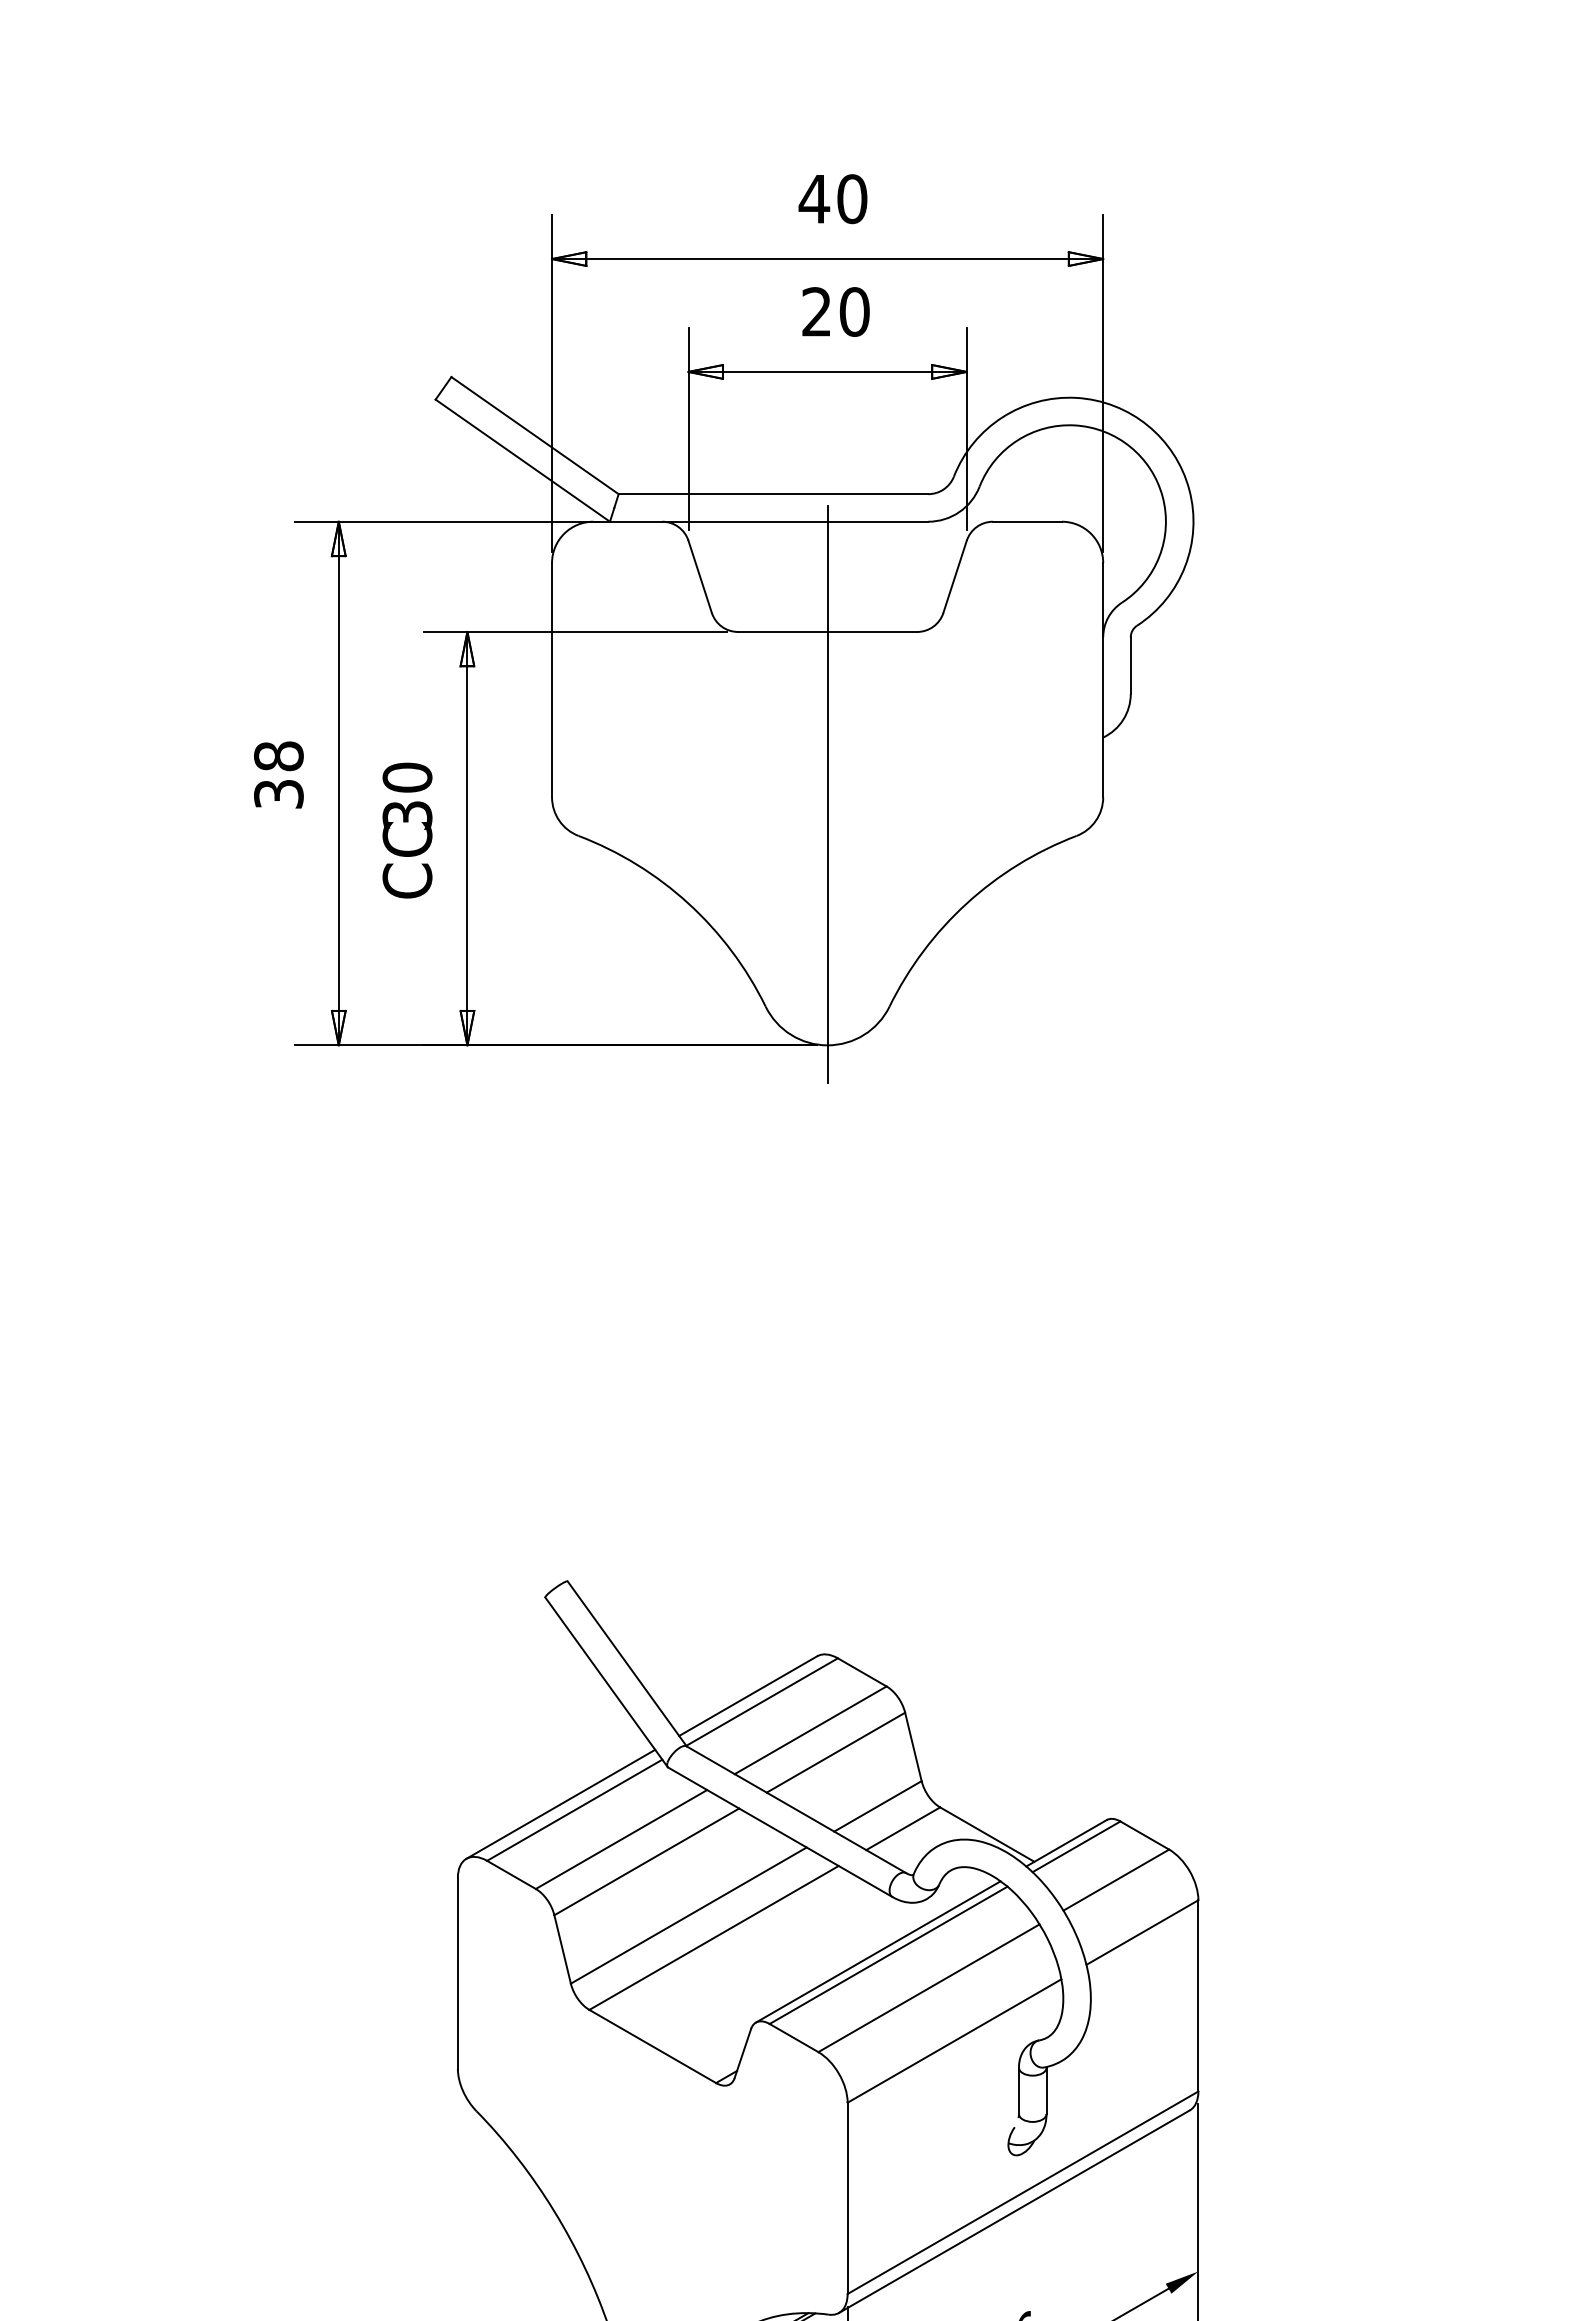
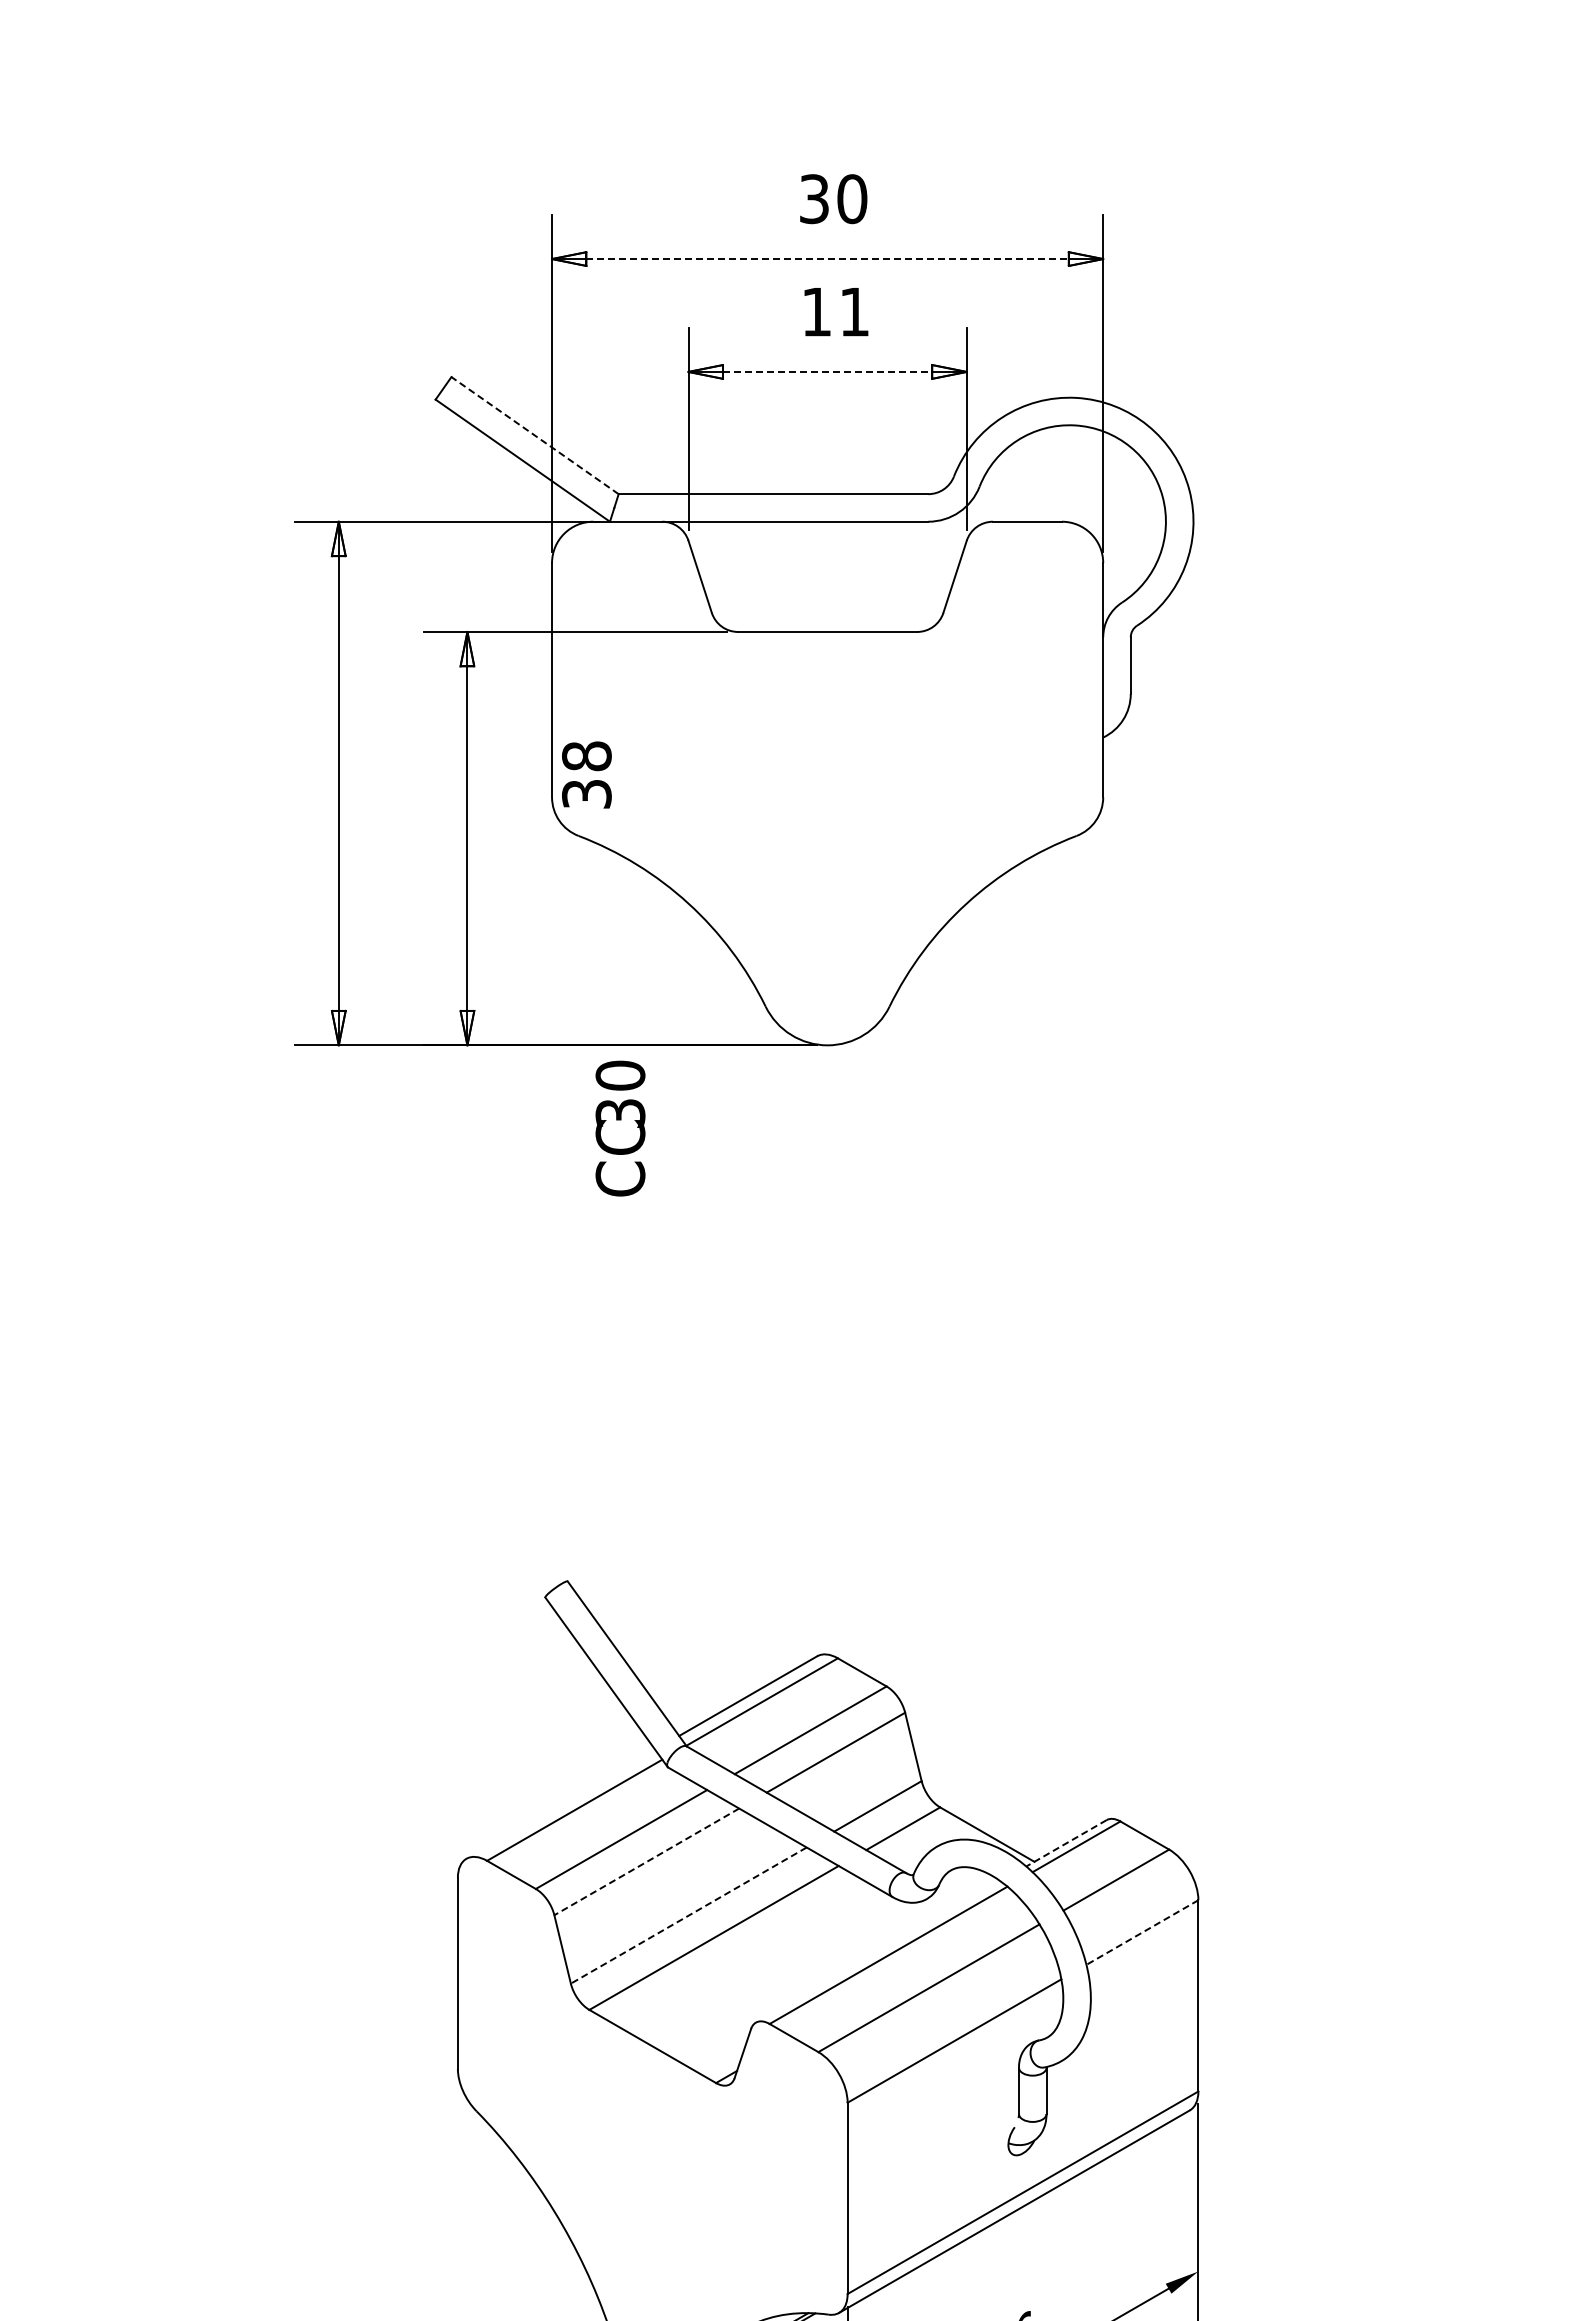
text at (814, 199): 40 -> 30
line at (828, 259): solid -> dashed
text at (835, 311): 20 -> 11
line at (827, 371): solid -> dashed
line at (534, 435): solid -> dashed
text at (278, 774) position: (278, 774) -> (586, 774)
line at (827, 794): present -> none
text at (407, 830) position: (407, 830) -> (620, 1128)
line at (560, 1803): present -> none
line at (1066, 1843): solid -> dashed
line at (646, 1861): solid -> dashed
line at (688, 1915): solid -> dashed
line at (1142, 1932): solid -> dashed
line at (877, 1951): present -> none
